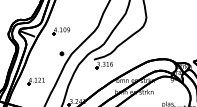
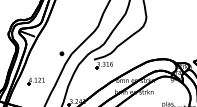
part at (61, 31): present -> none
